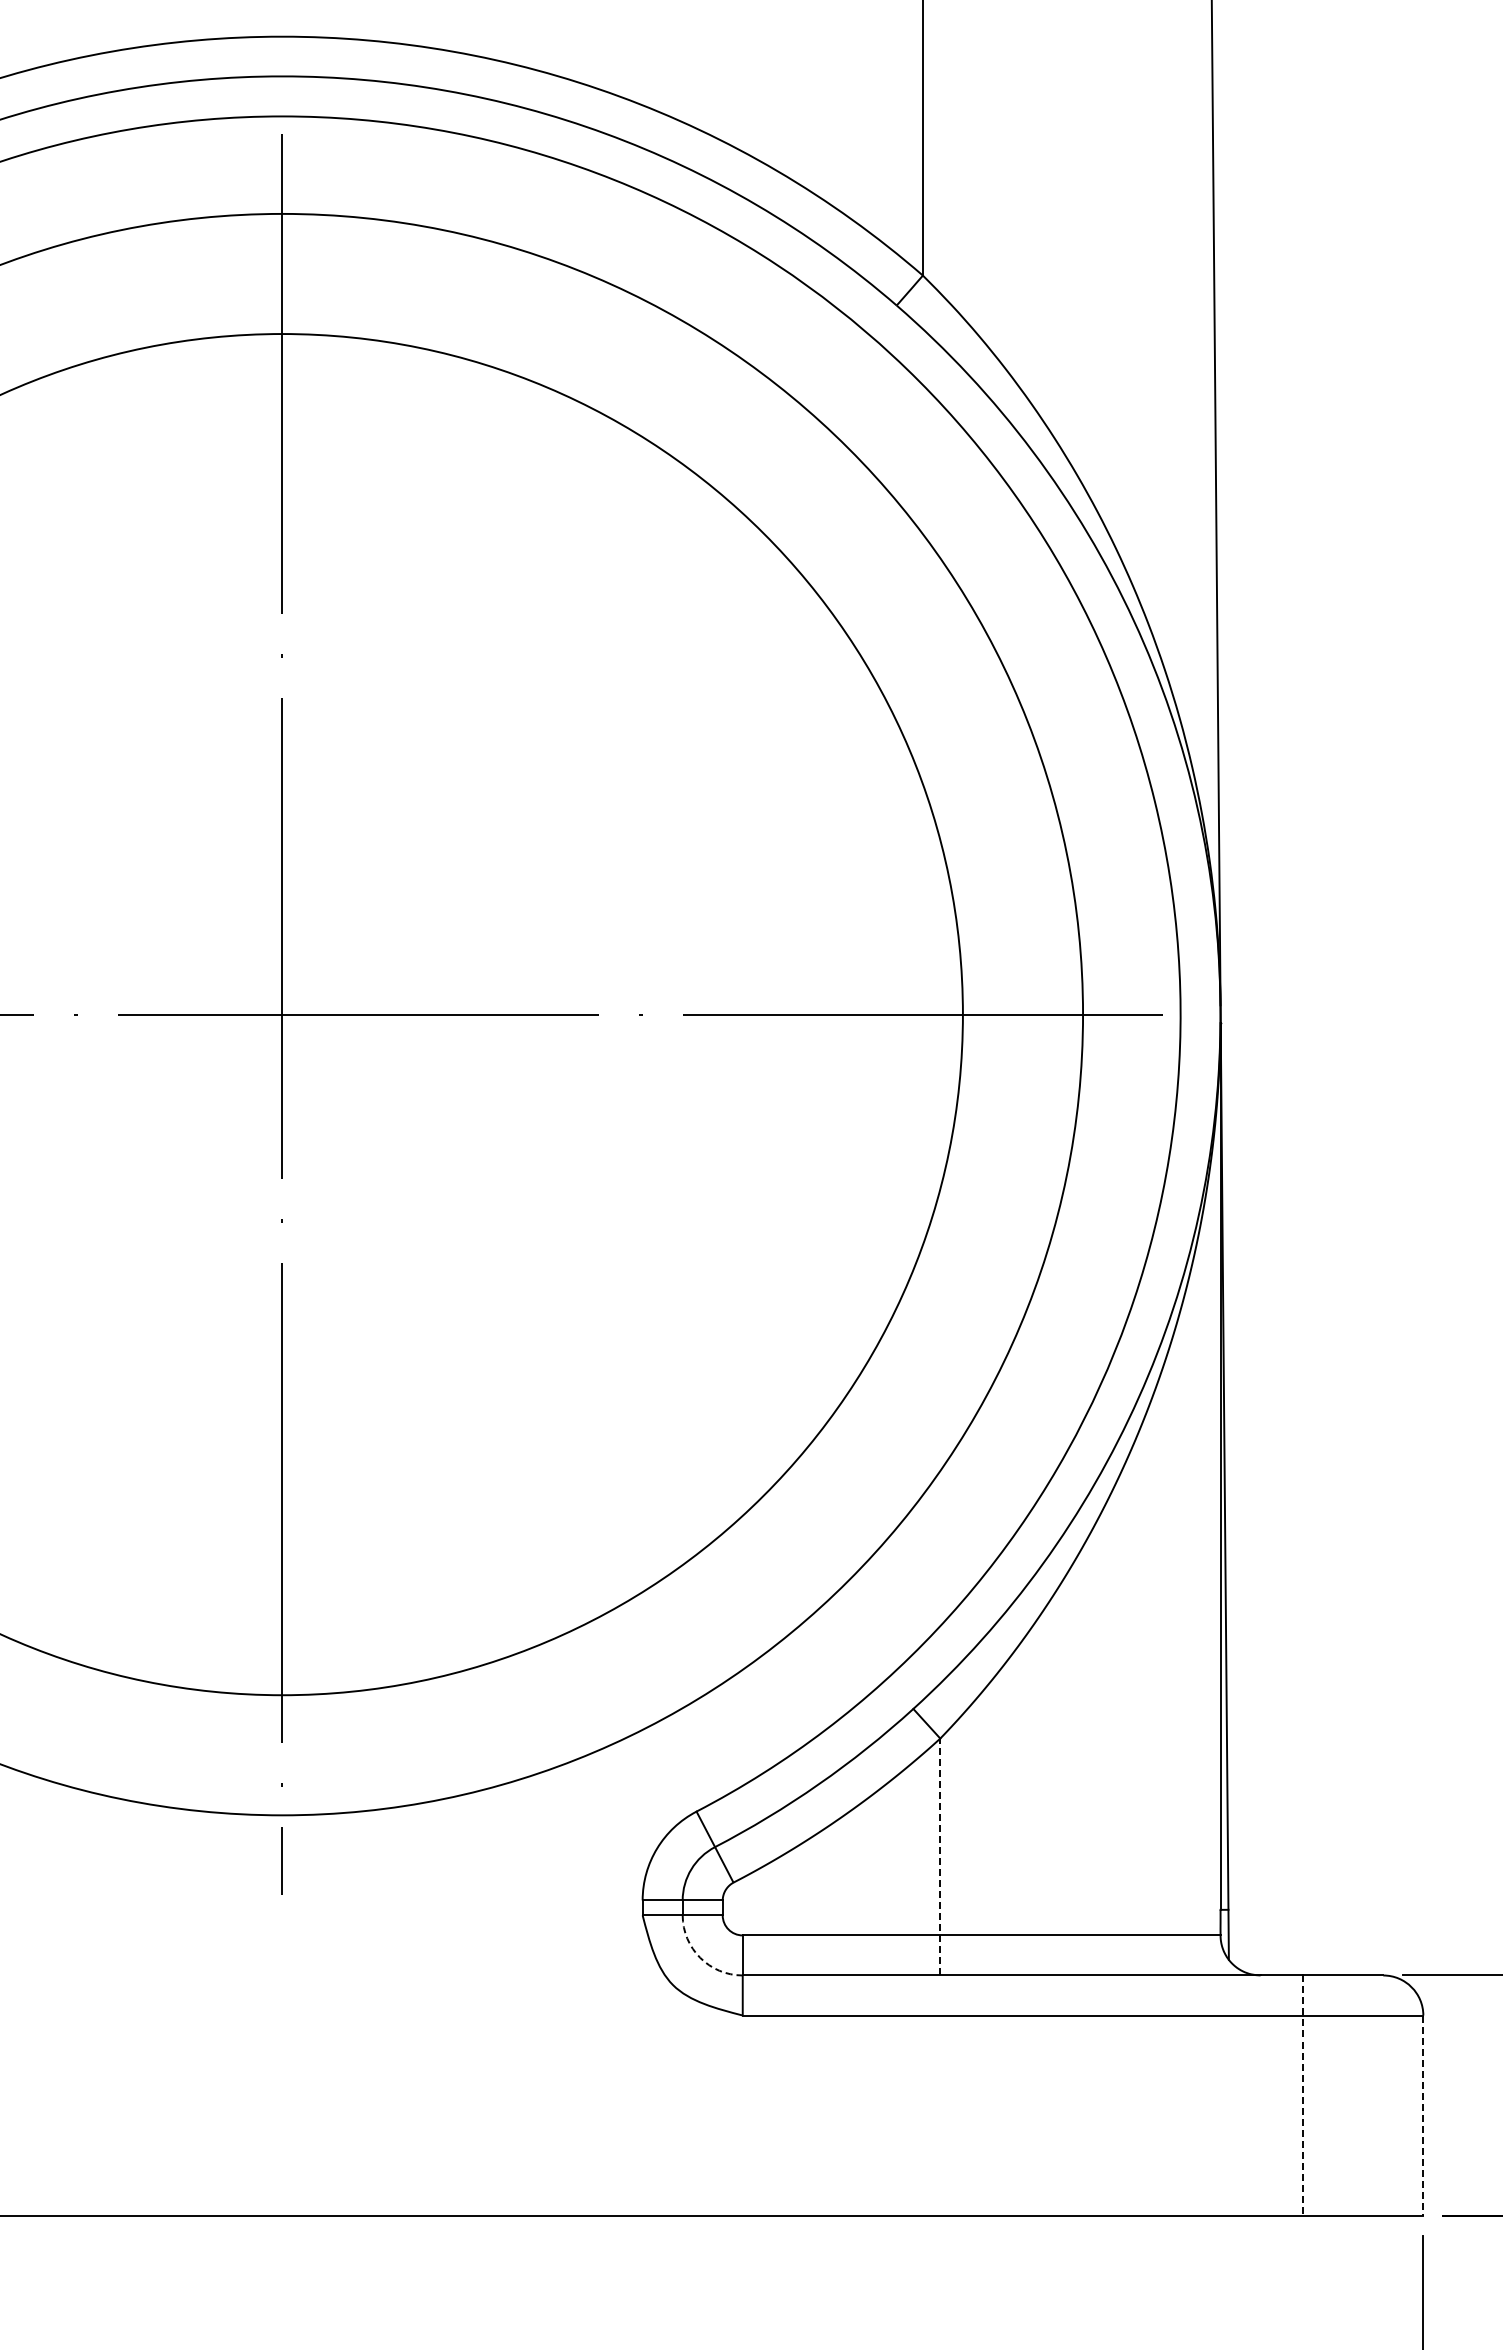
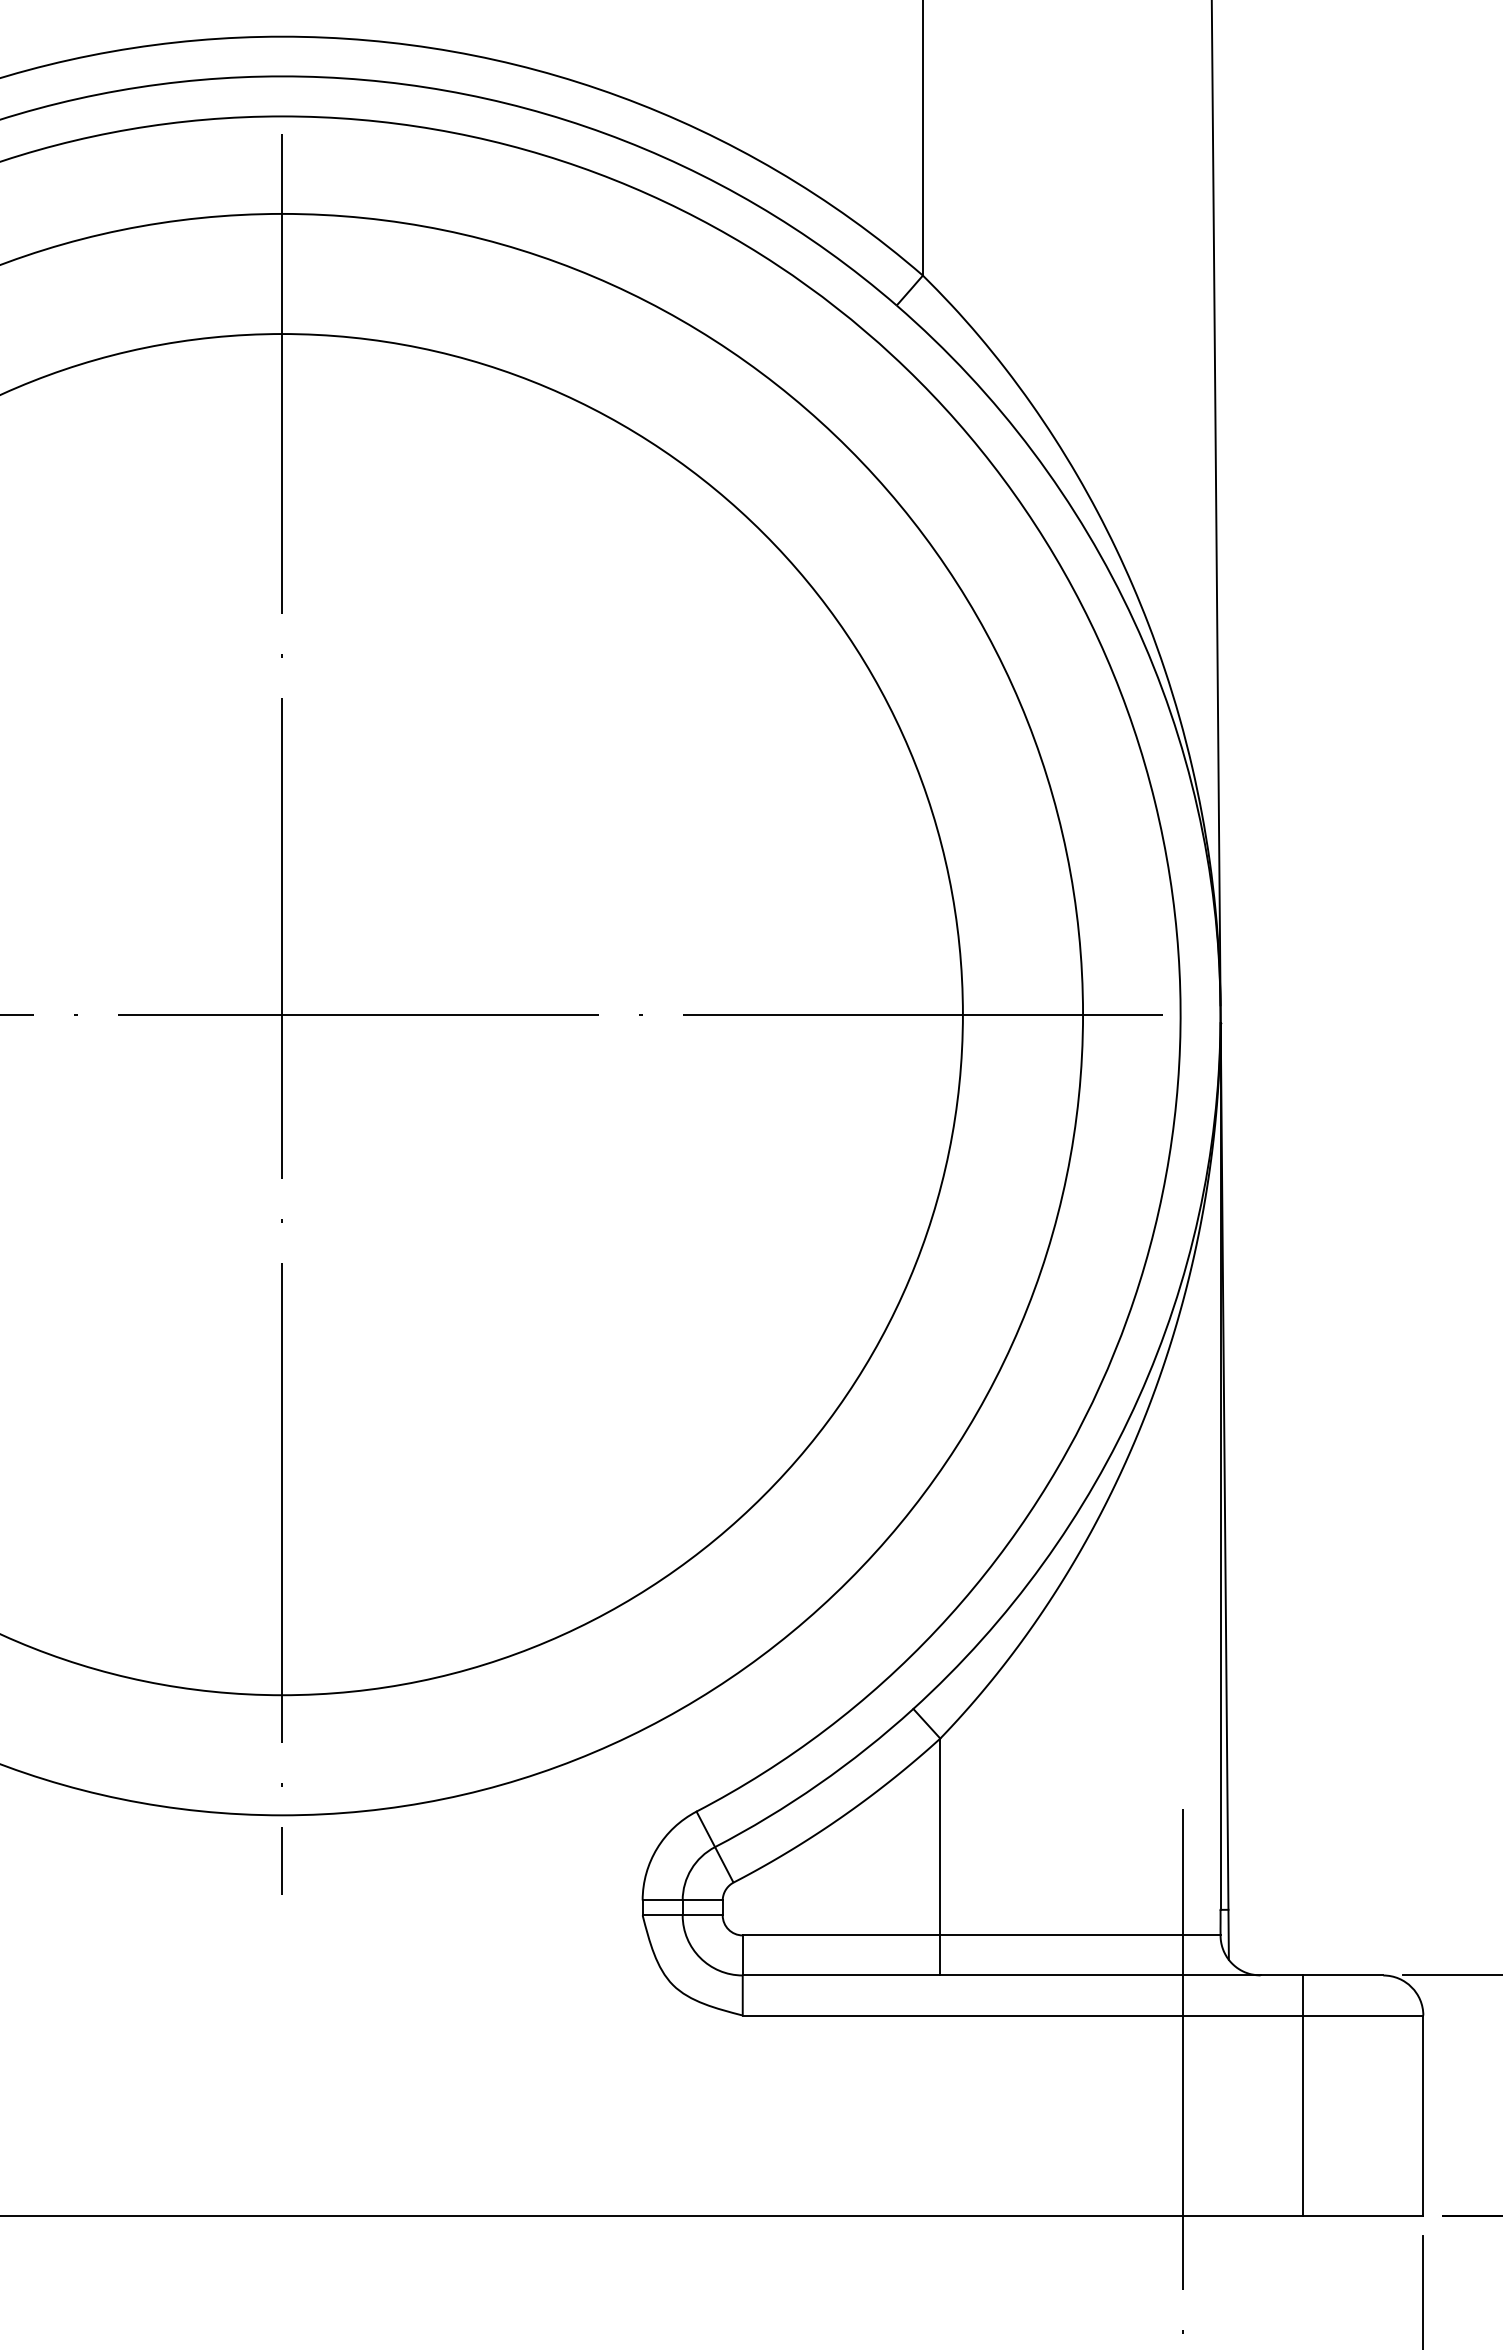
line at (940, 1856): dashed -> solid
arc at (700, 1957): dashed -> solid
line at (1183, 2077): none -> present
line at (1303, 2096): dashed -> solid
line at (1423, 2116): dashed -> solid
